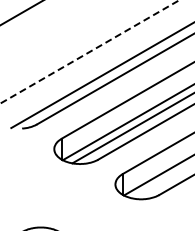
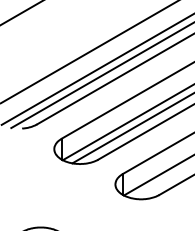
line at (89, 51): dashed -> solid
line at (96, 69): none -> present
